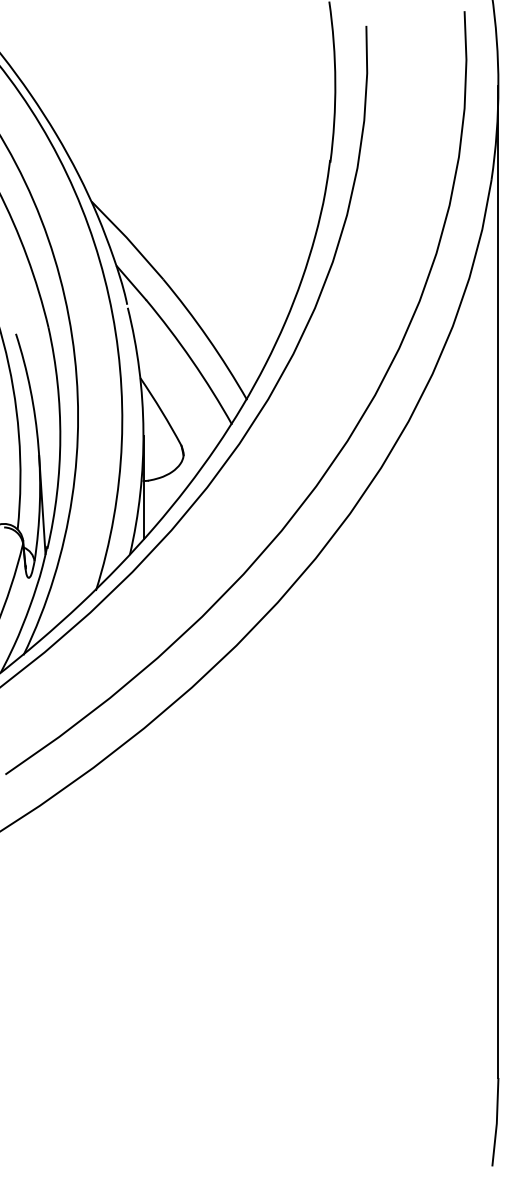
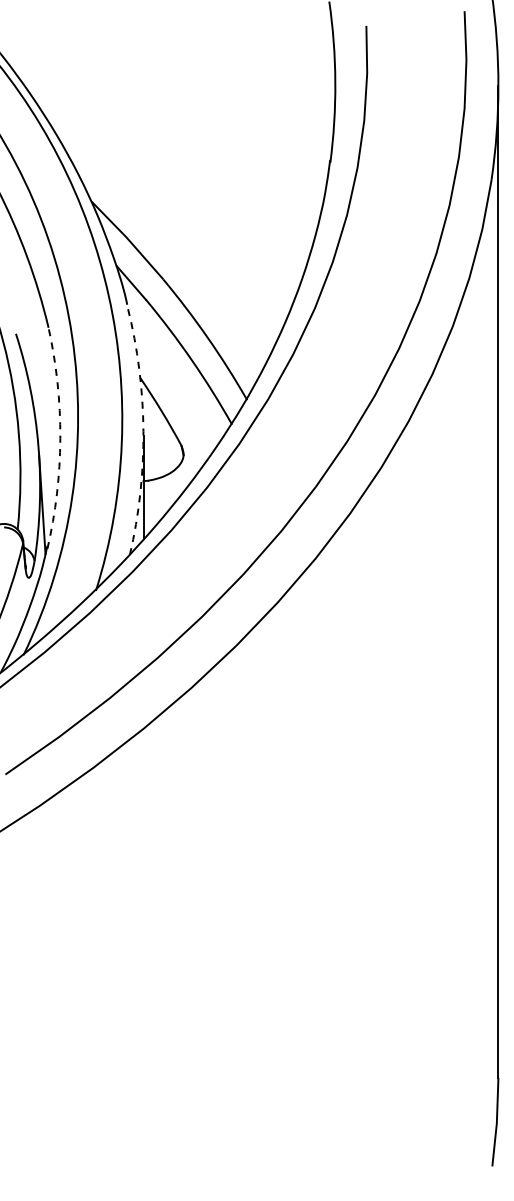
arc at (143, 431): solid -> dashed
arc at (60, 438): solid -> dashed
